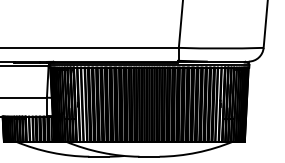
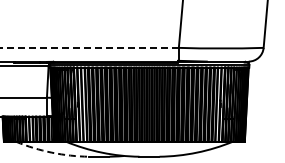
line at (89, 47): solid -> dashed
arc at (51, 152): solid -> dashed
